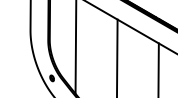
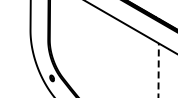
line at (75, 47): present -> none
line at (117, 56): present -> none
line at (158, 70): solid -> dashed
